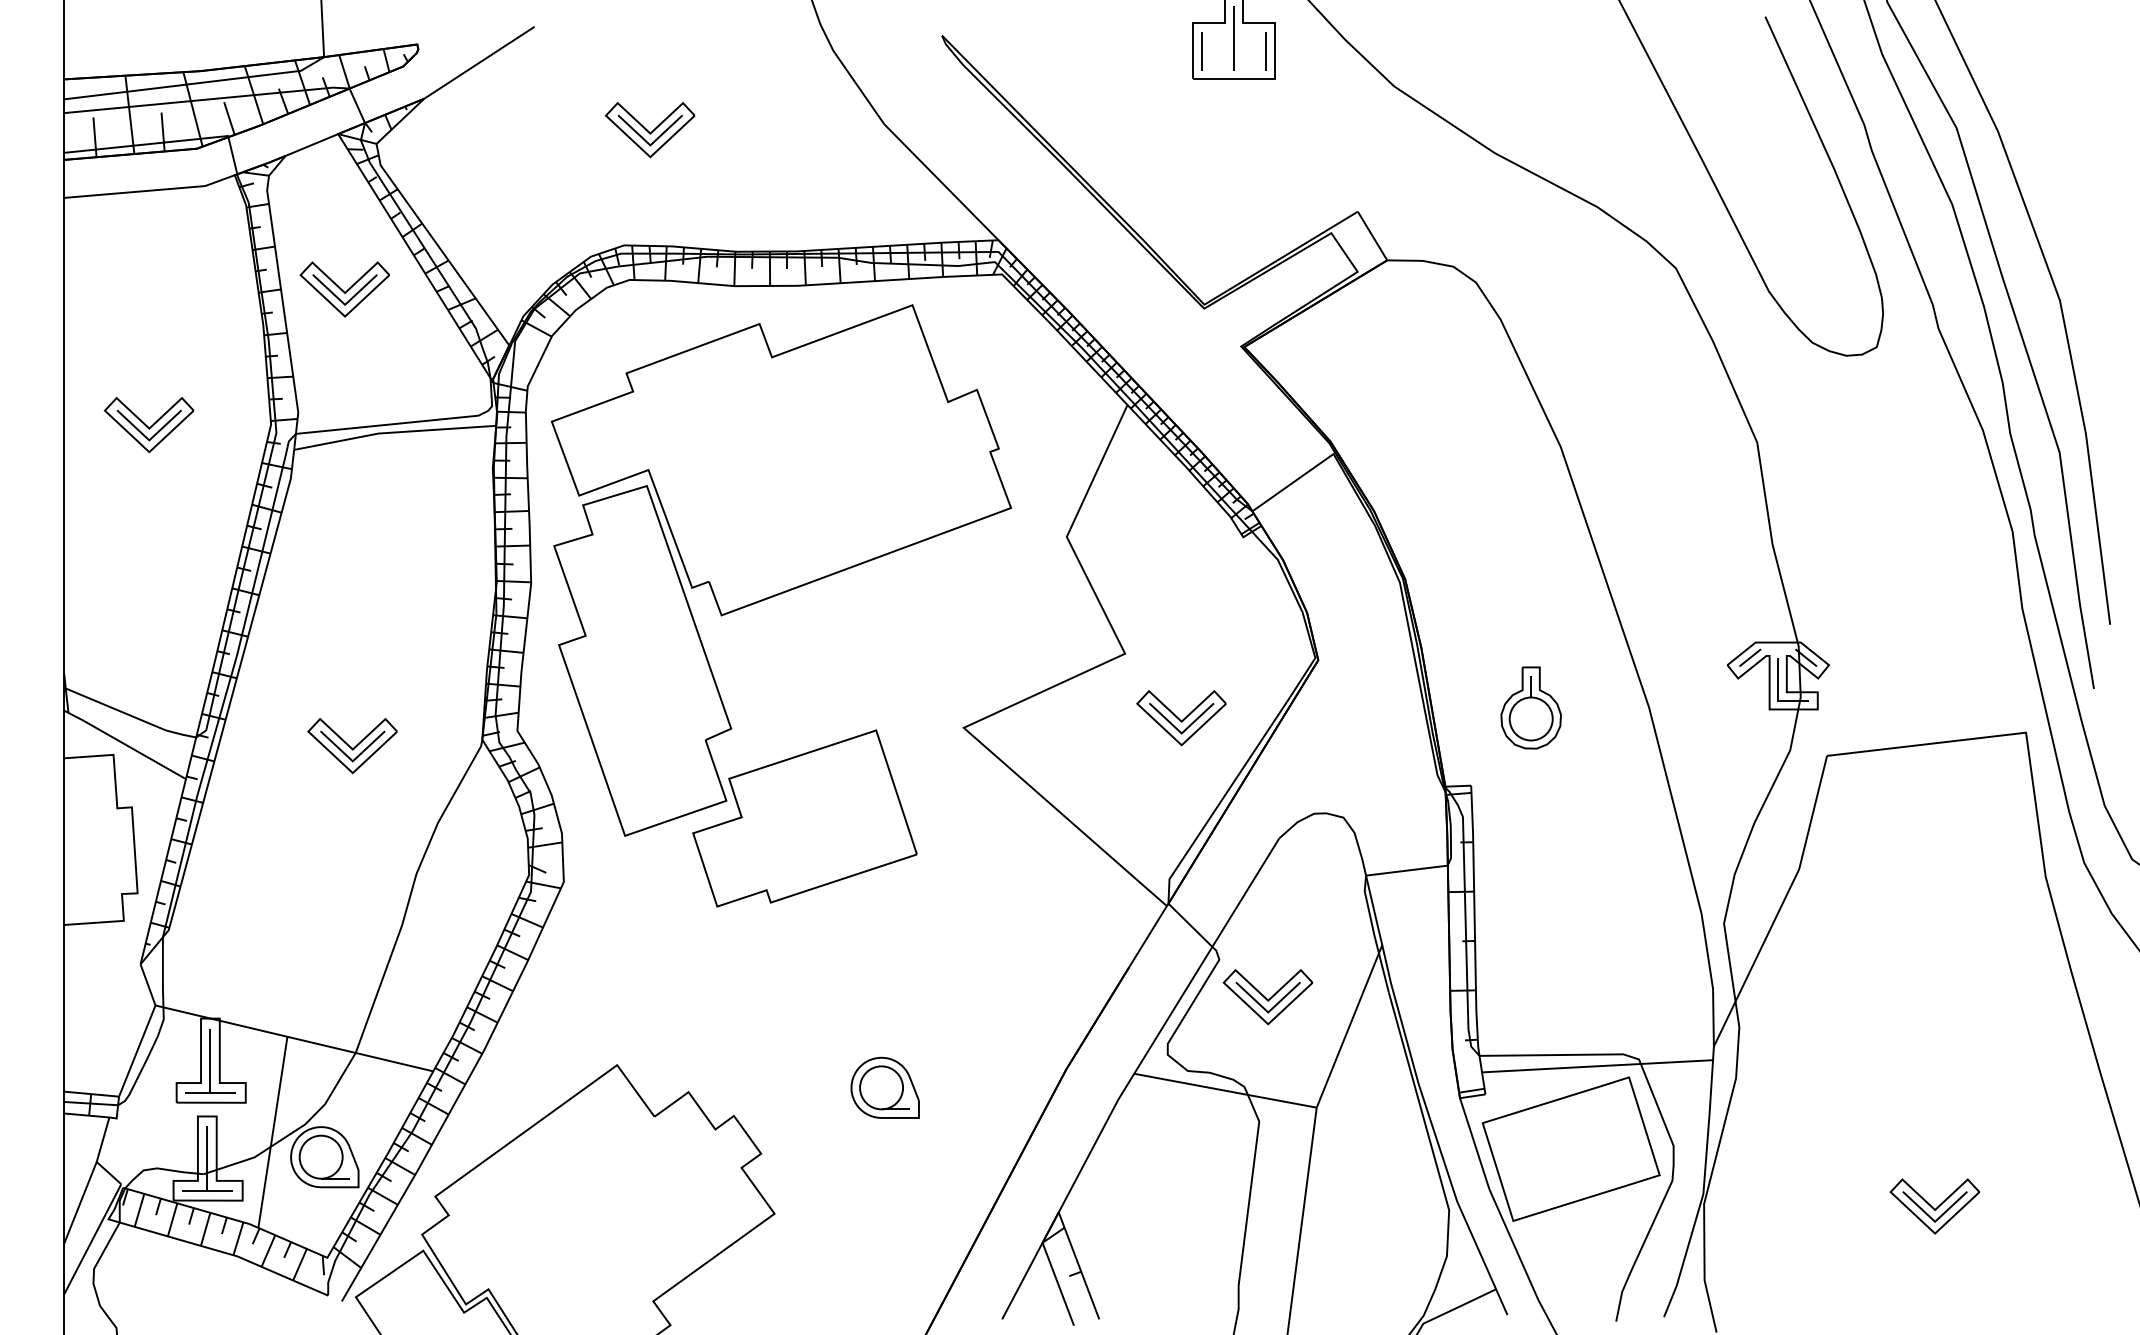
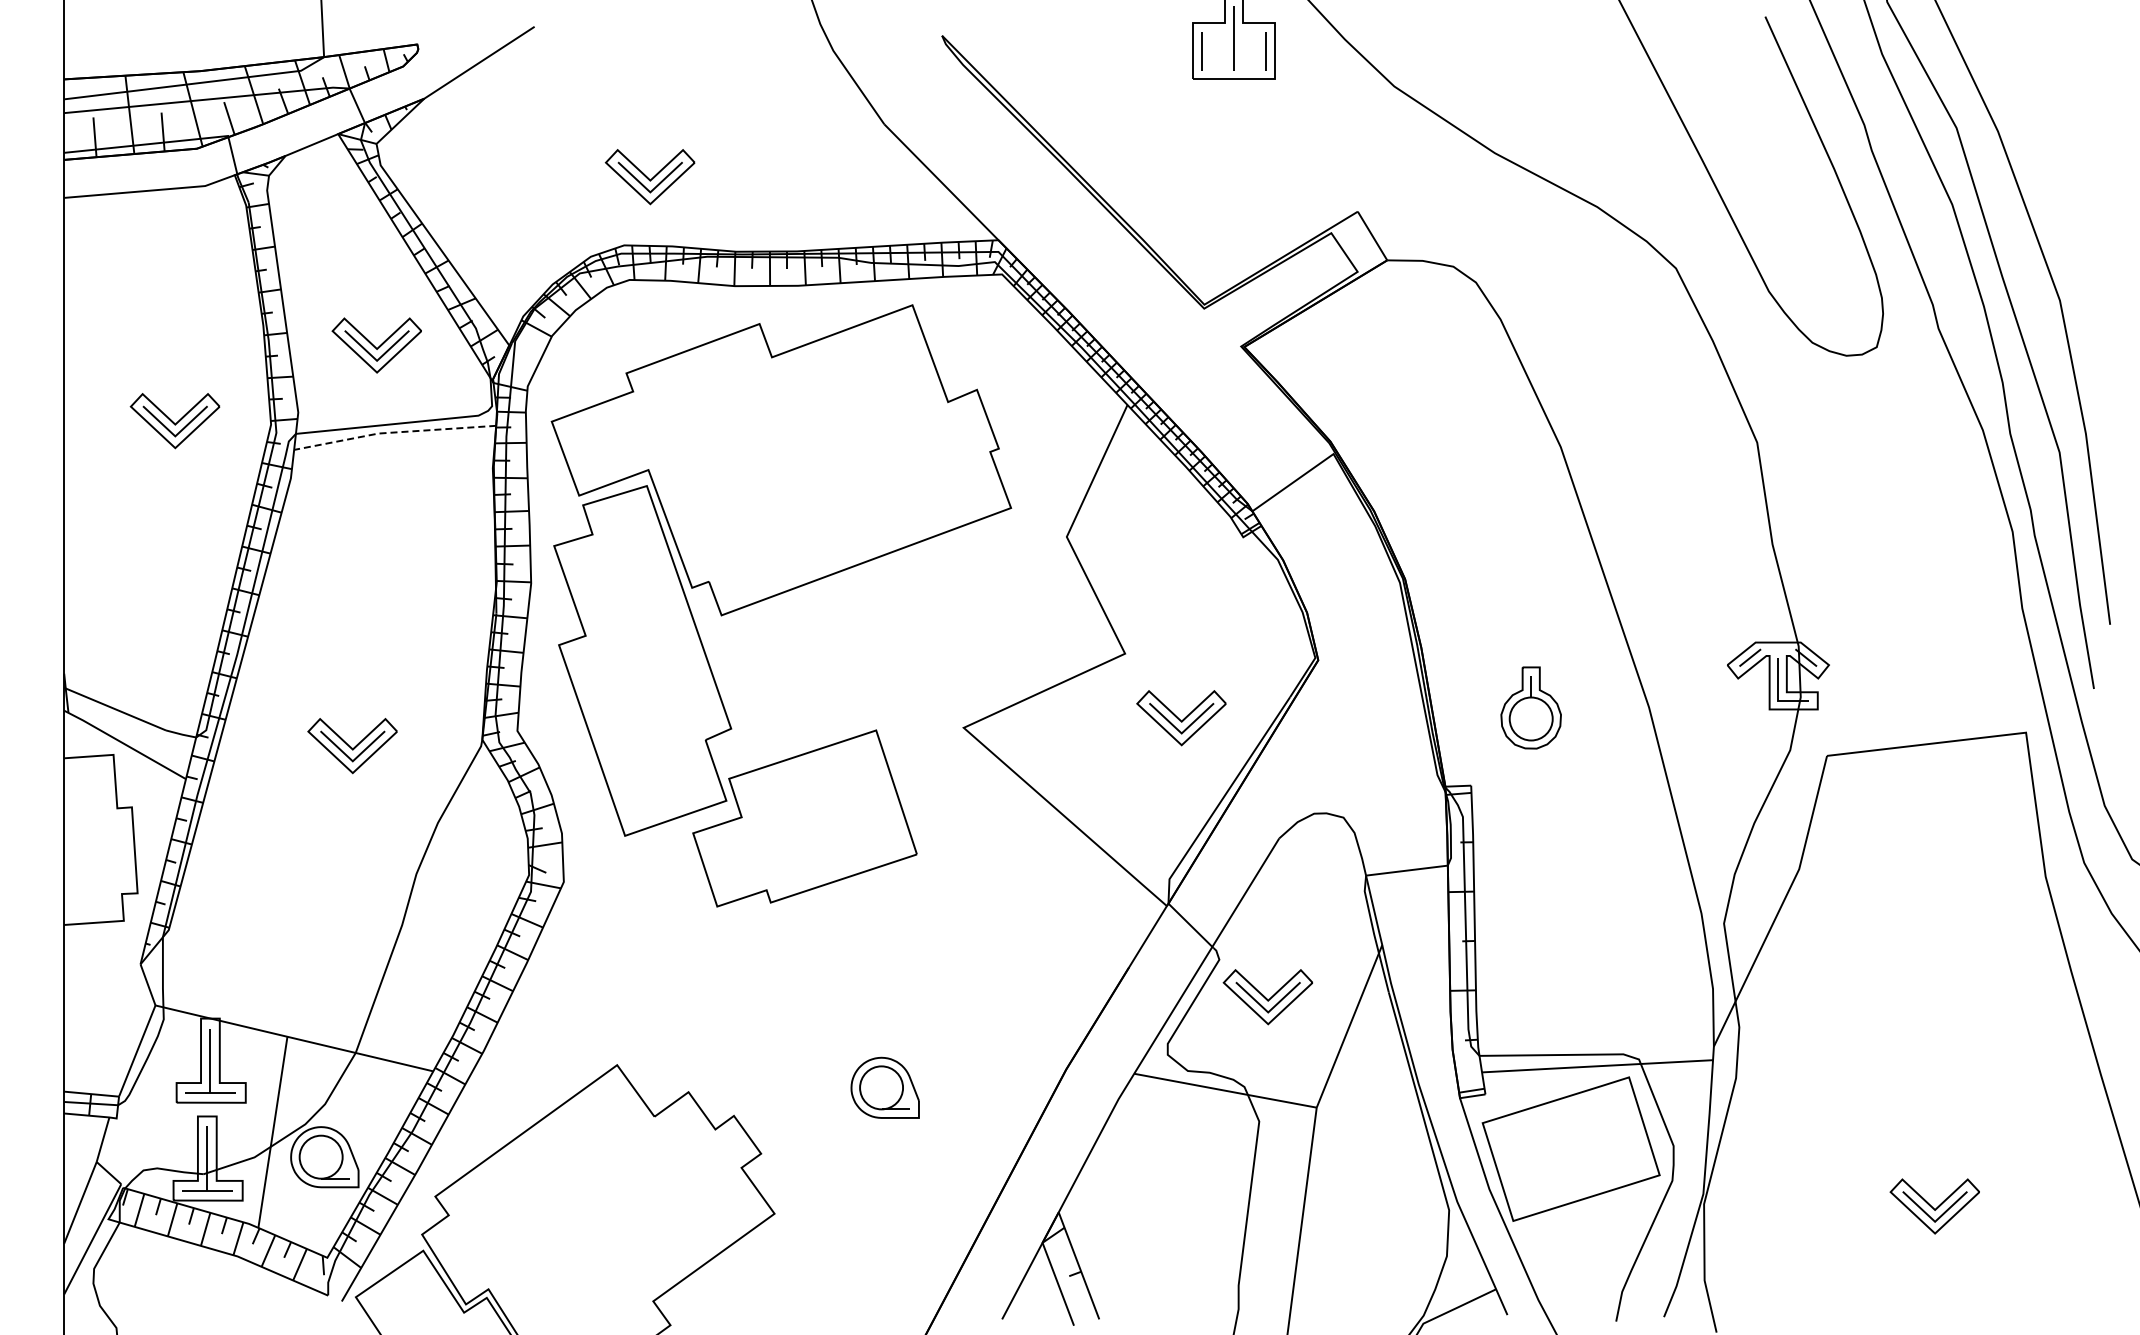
part at (649, 130) position: (649, 130) -> (649, 177)
part at (344, 289) position: (344, 289) -> (376, 345)
part at (148, 425) position: (148, 425) -> (174, 421)
line at (394, 432): solid -> dashed
